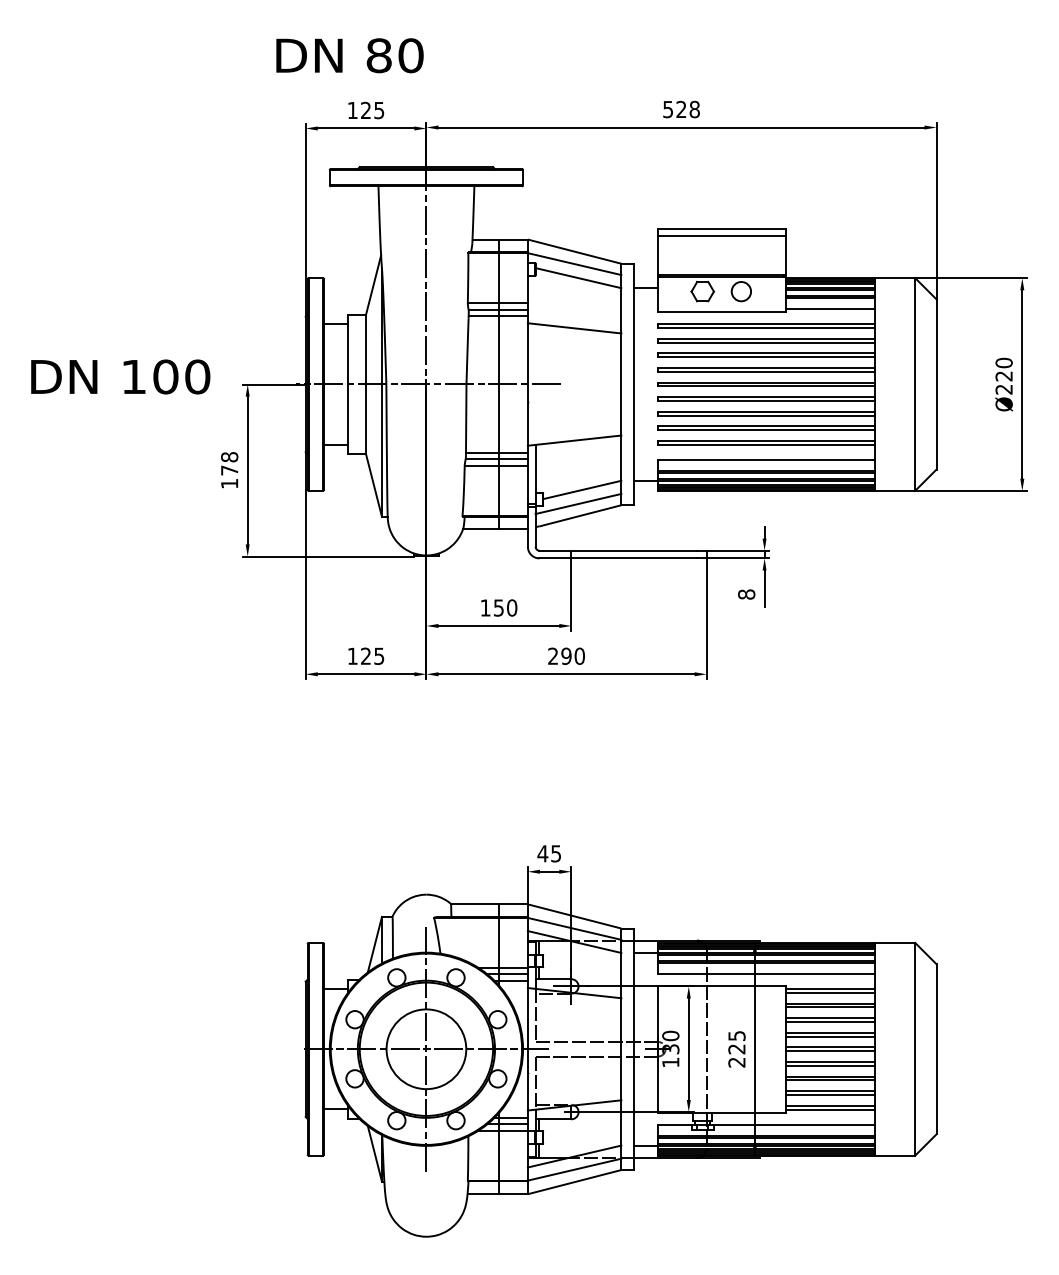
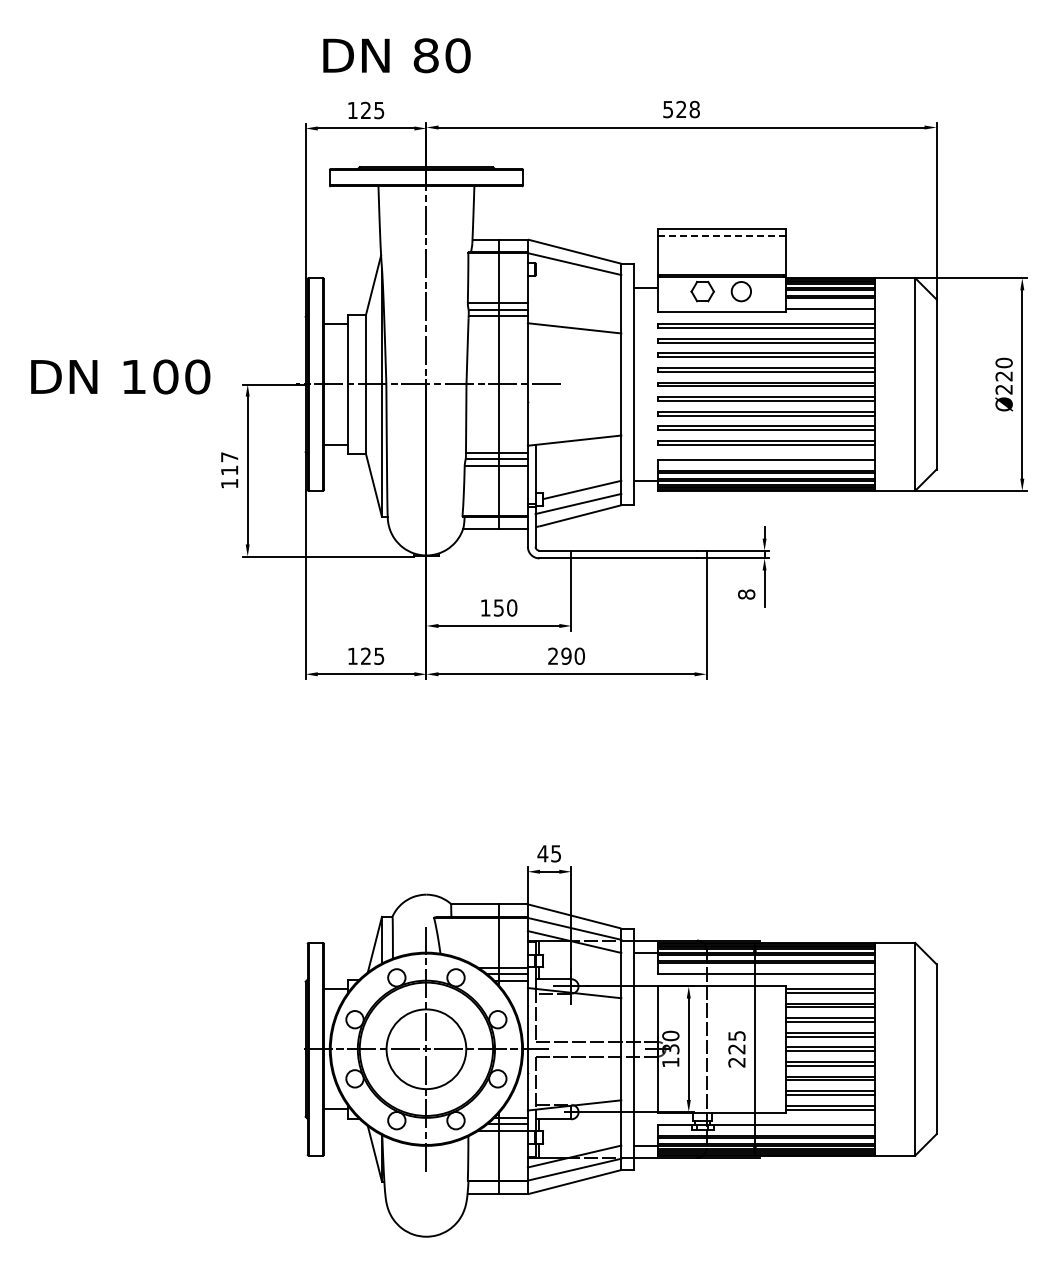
text at (349, 55) position: (349, 55) -> (396, 55)
line at (722, 236): solid -> dashed
line at (578, 278): present -> none
text at (229, 463): 178 -> 117
